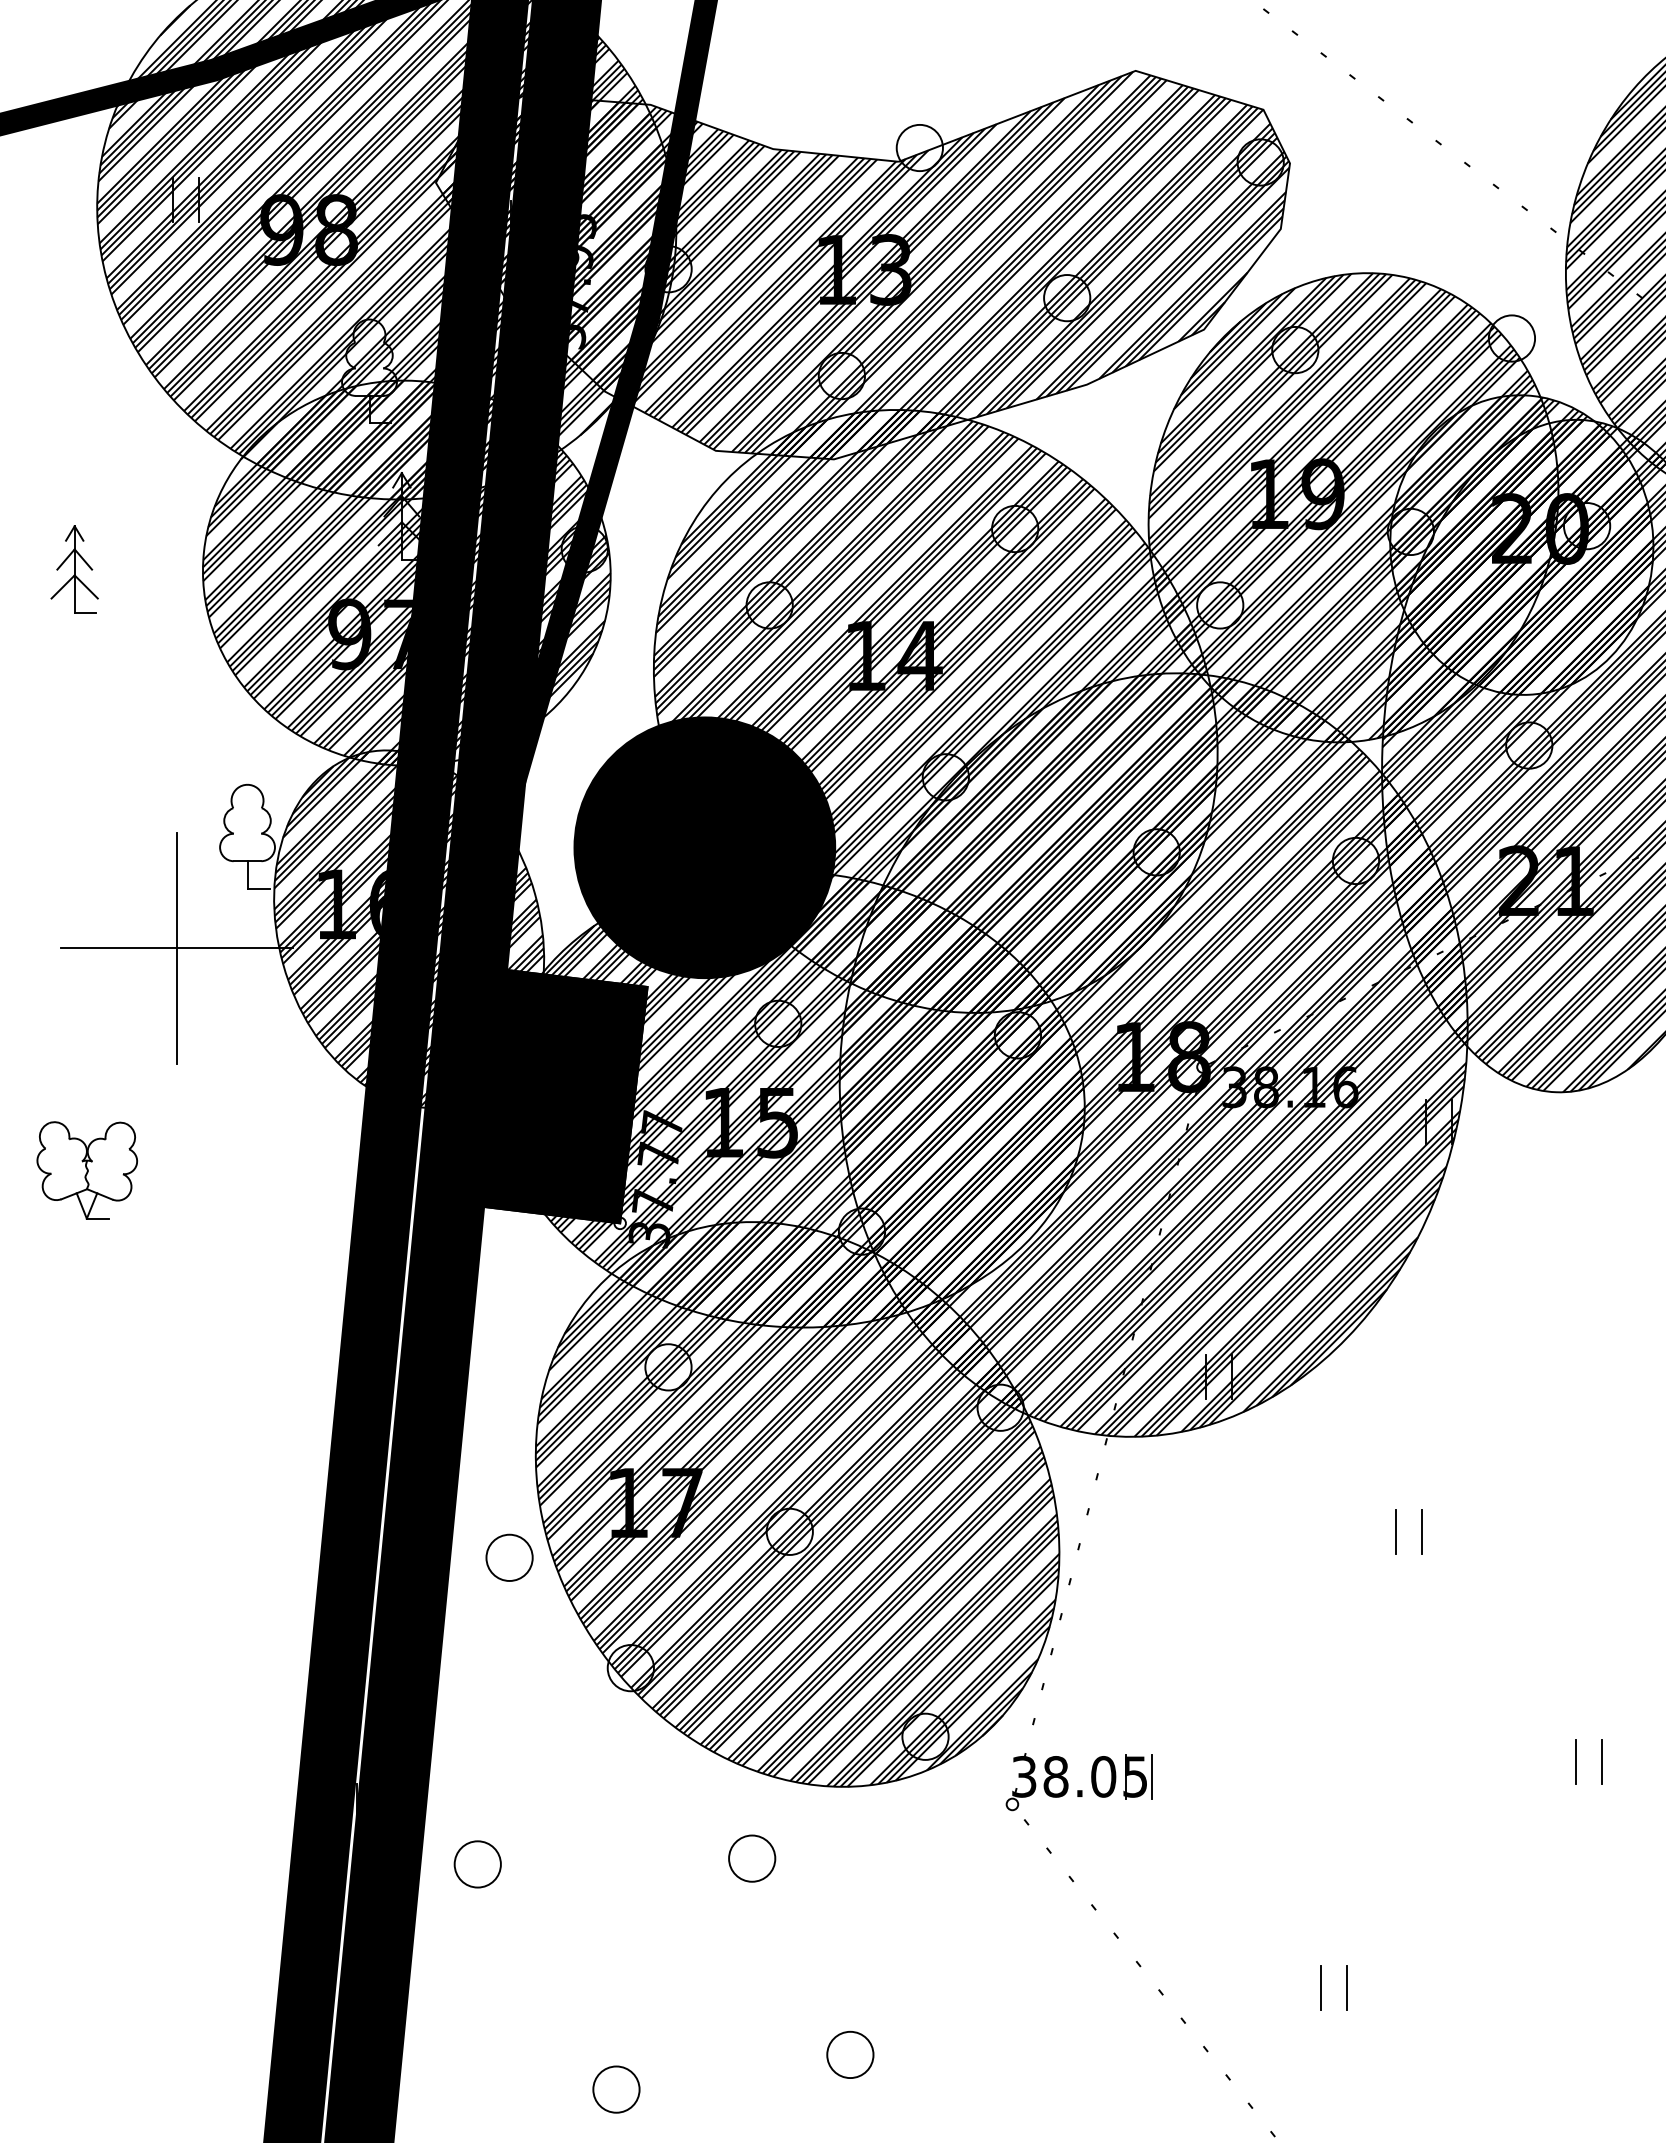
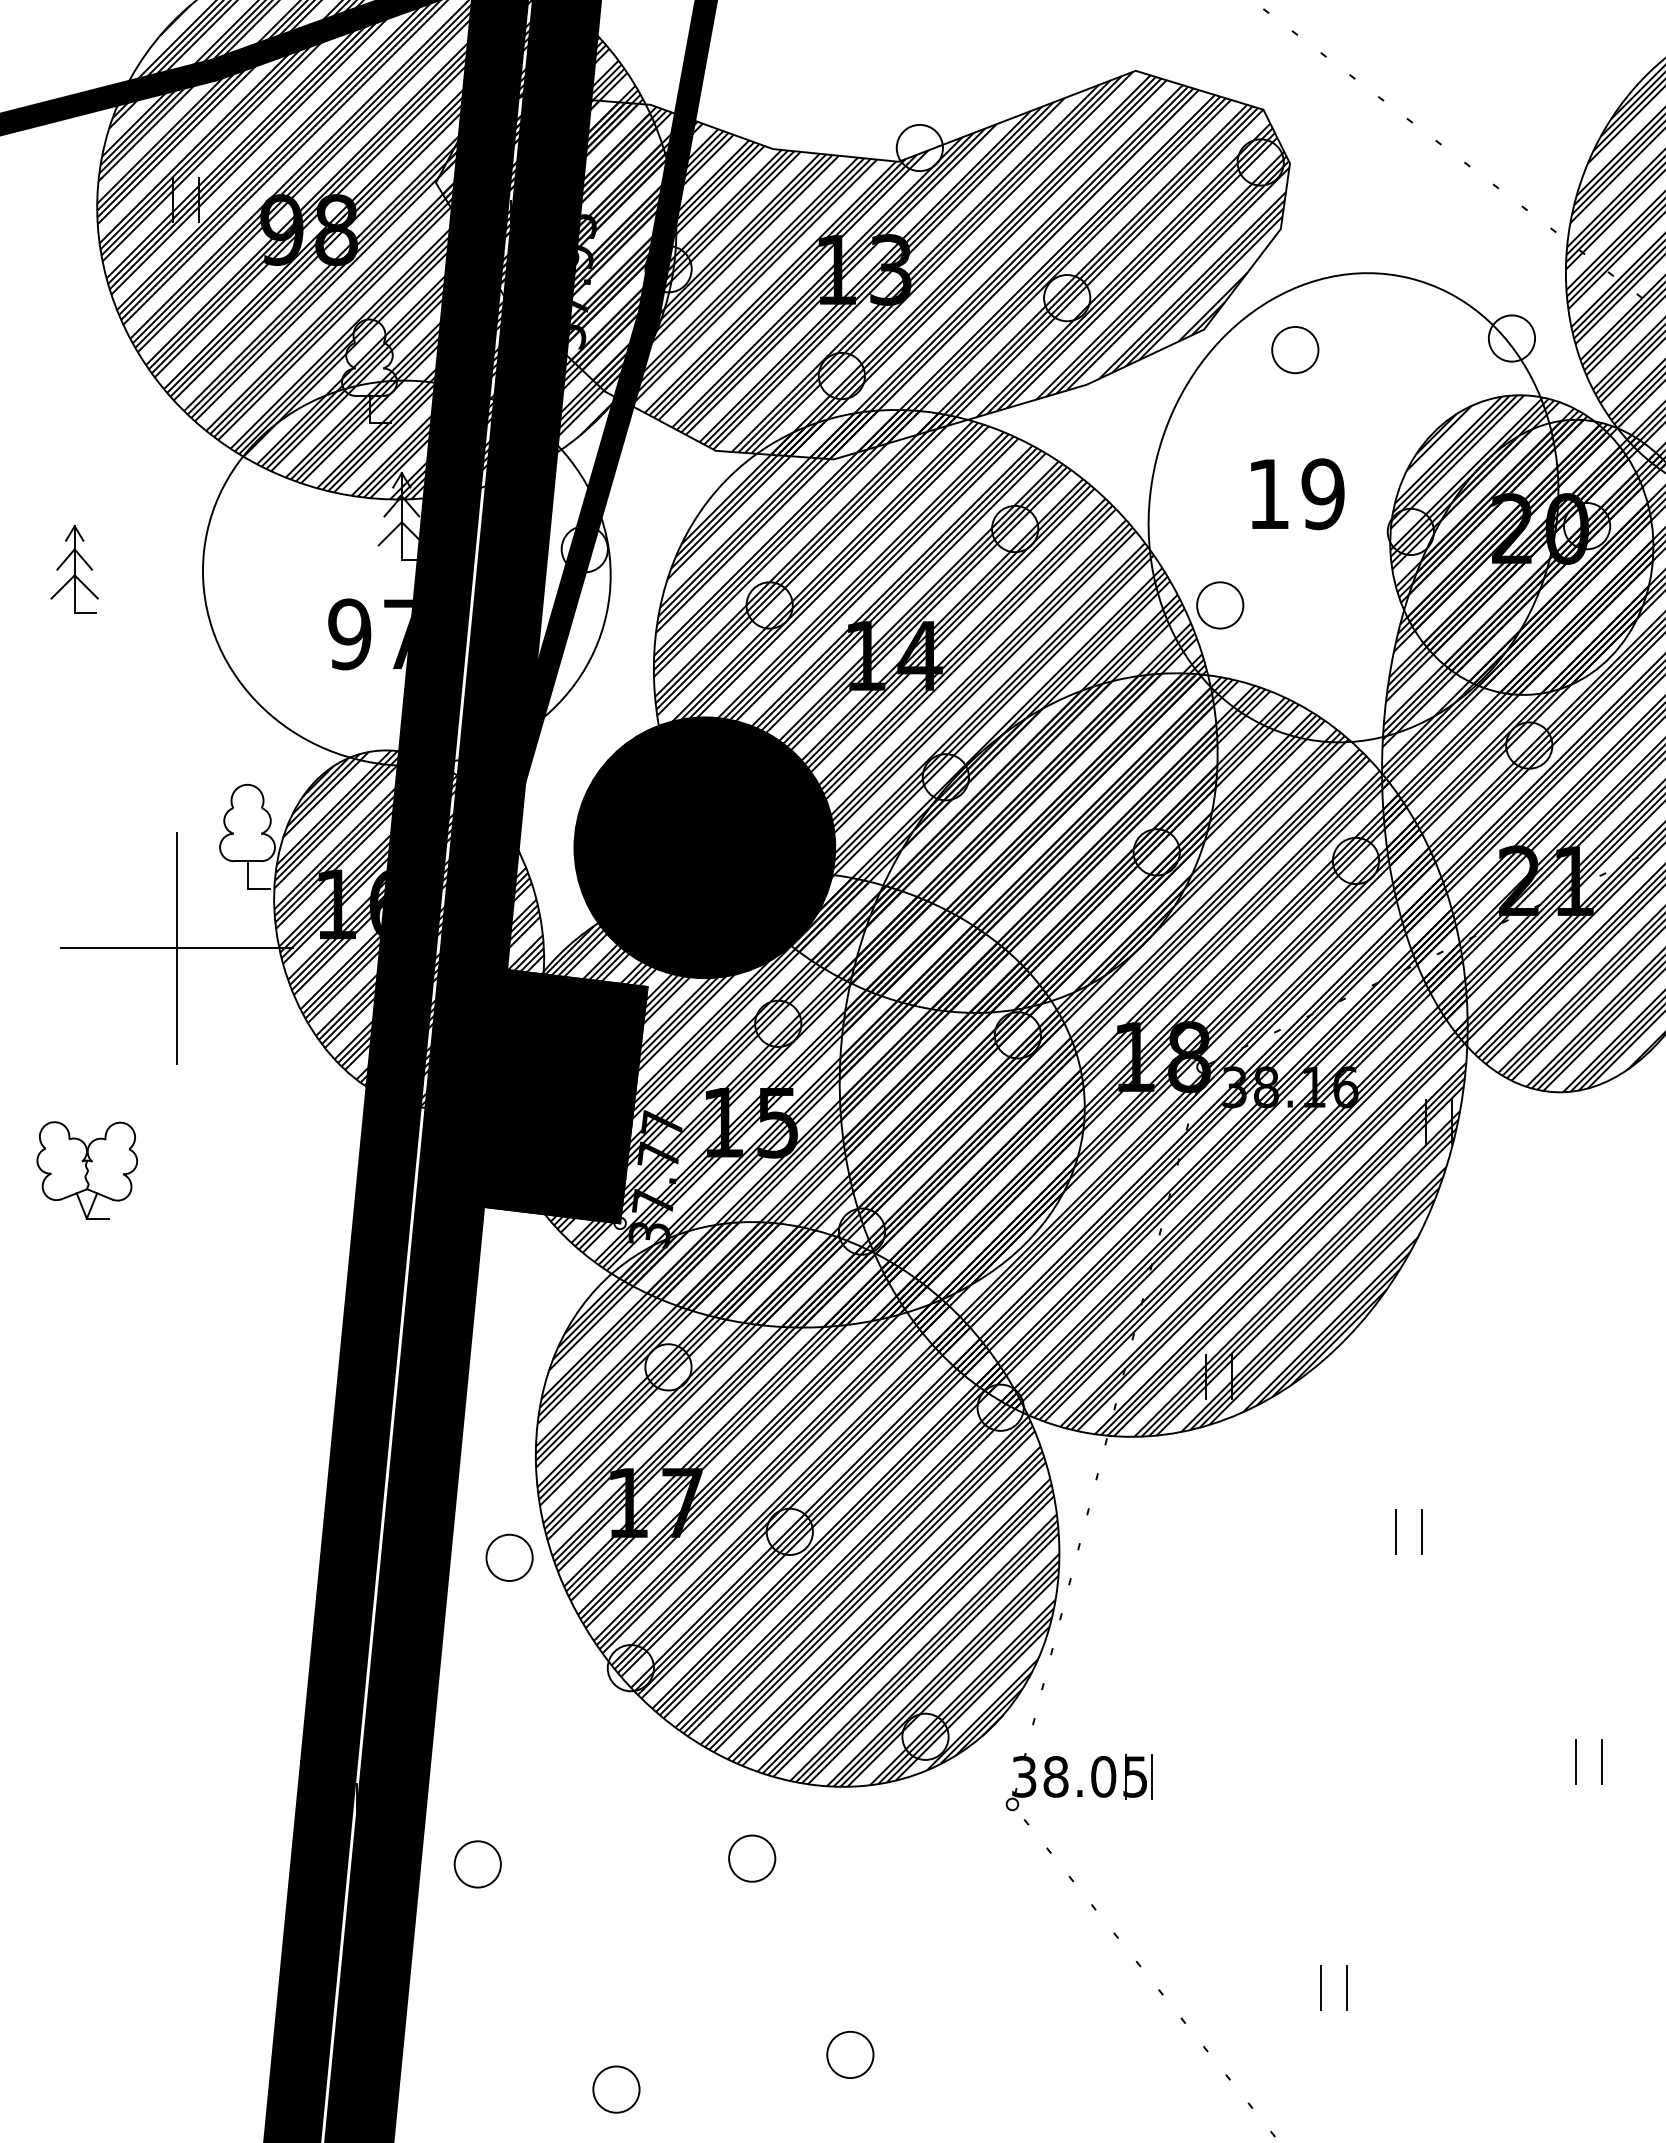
hatch at (1353, 507): present -> none
hatch at (406, 572): present -> none
